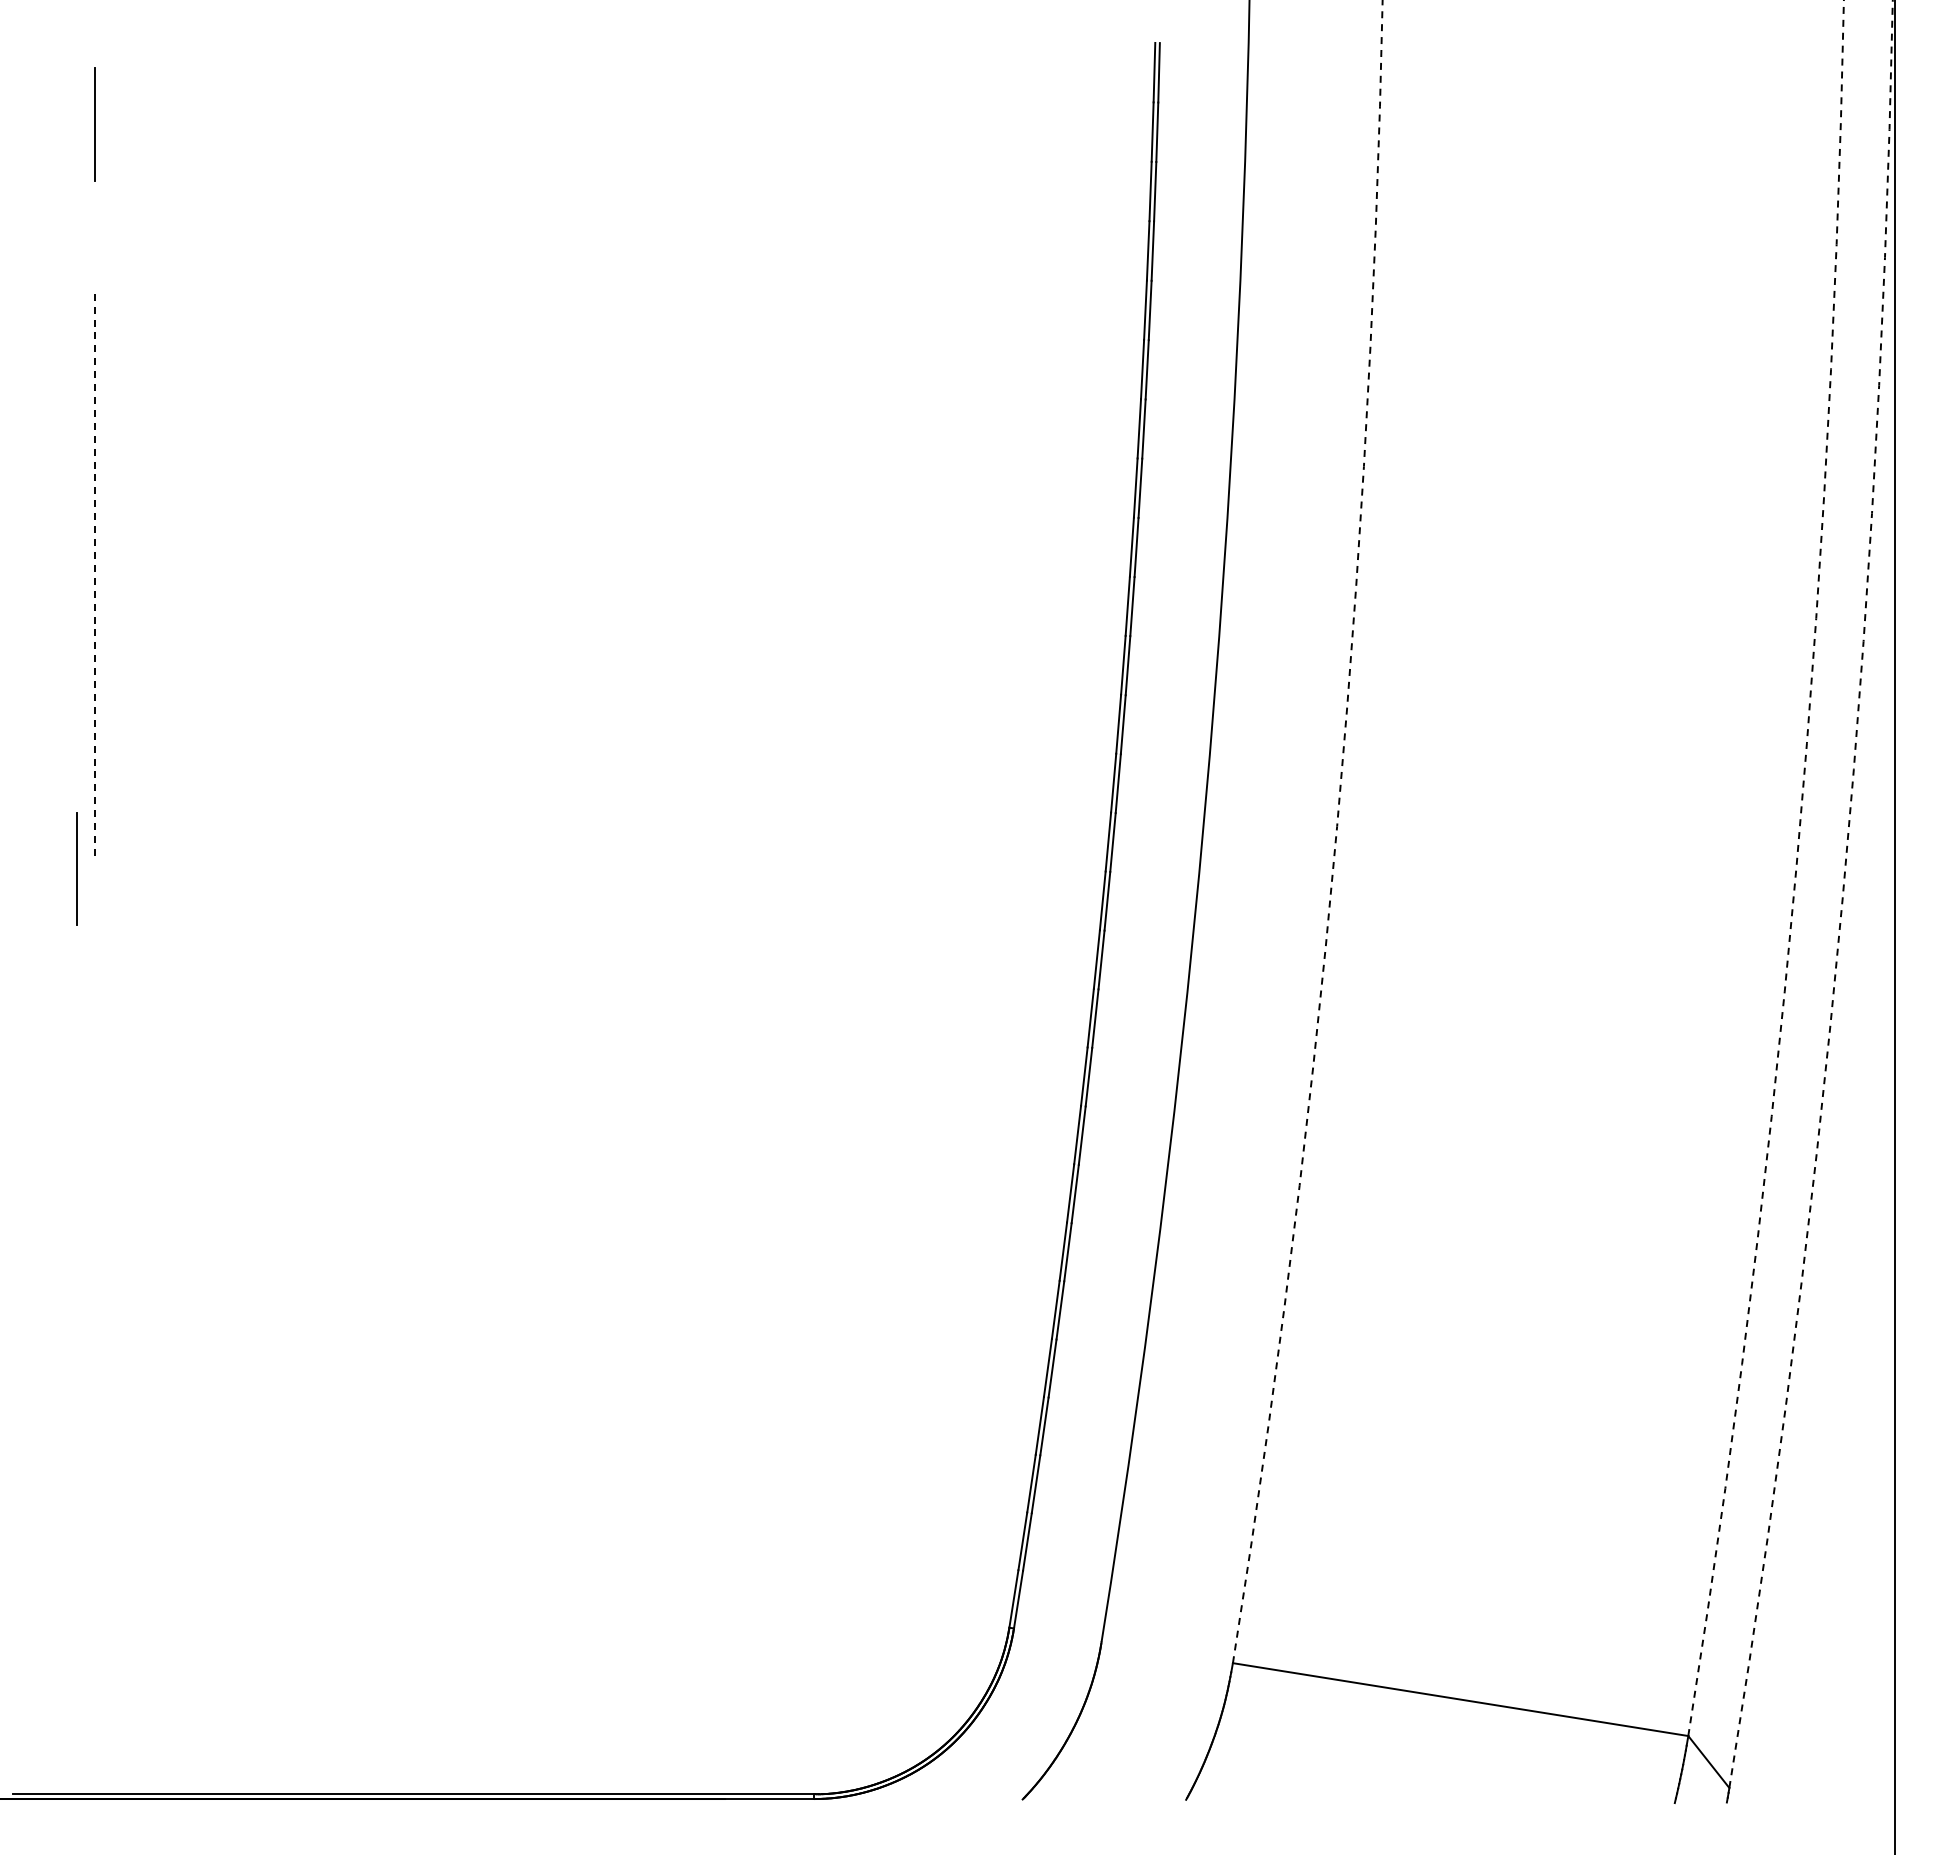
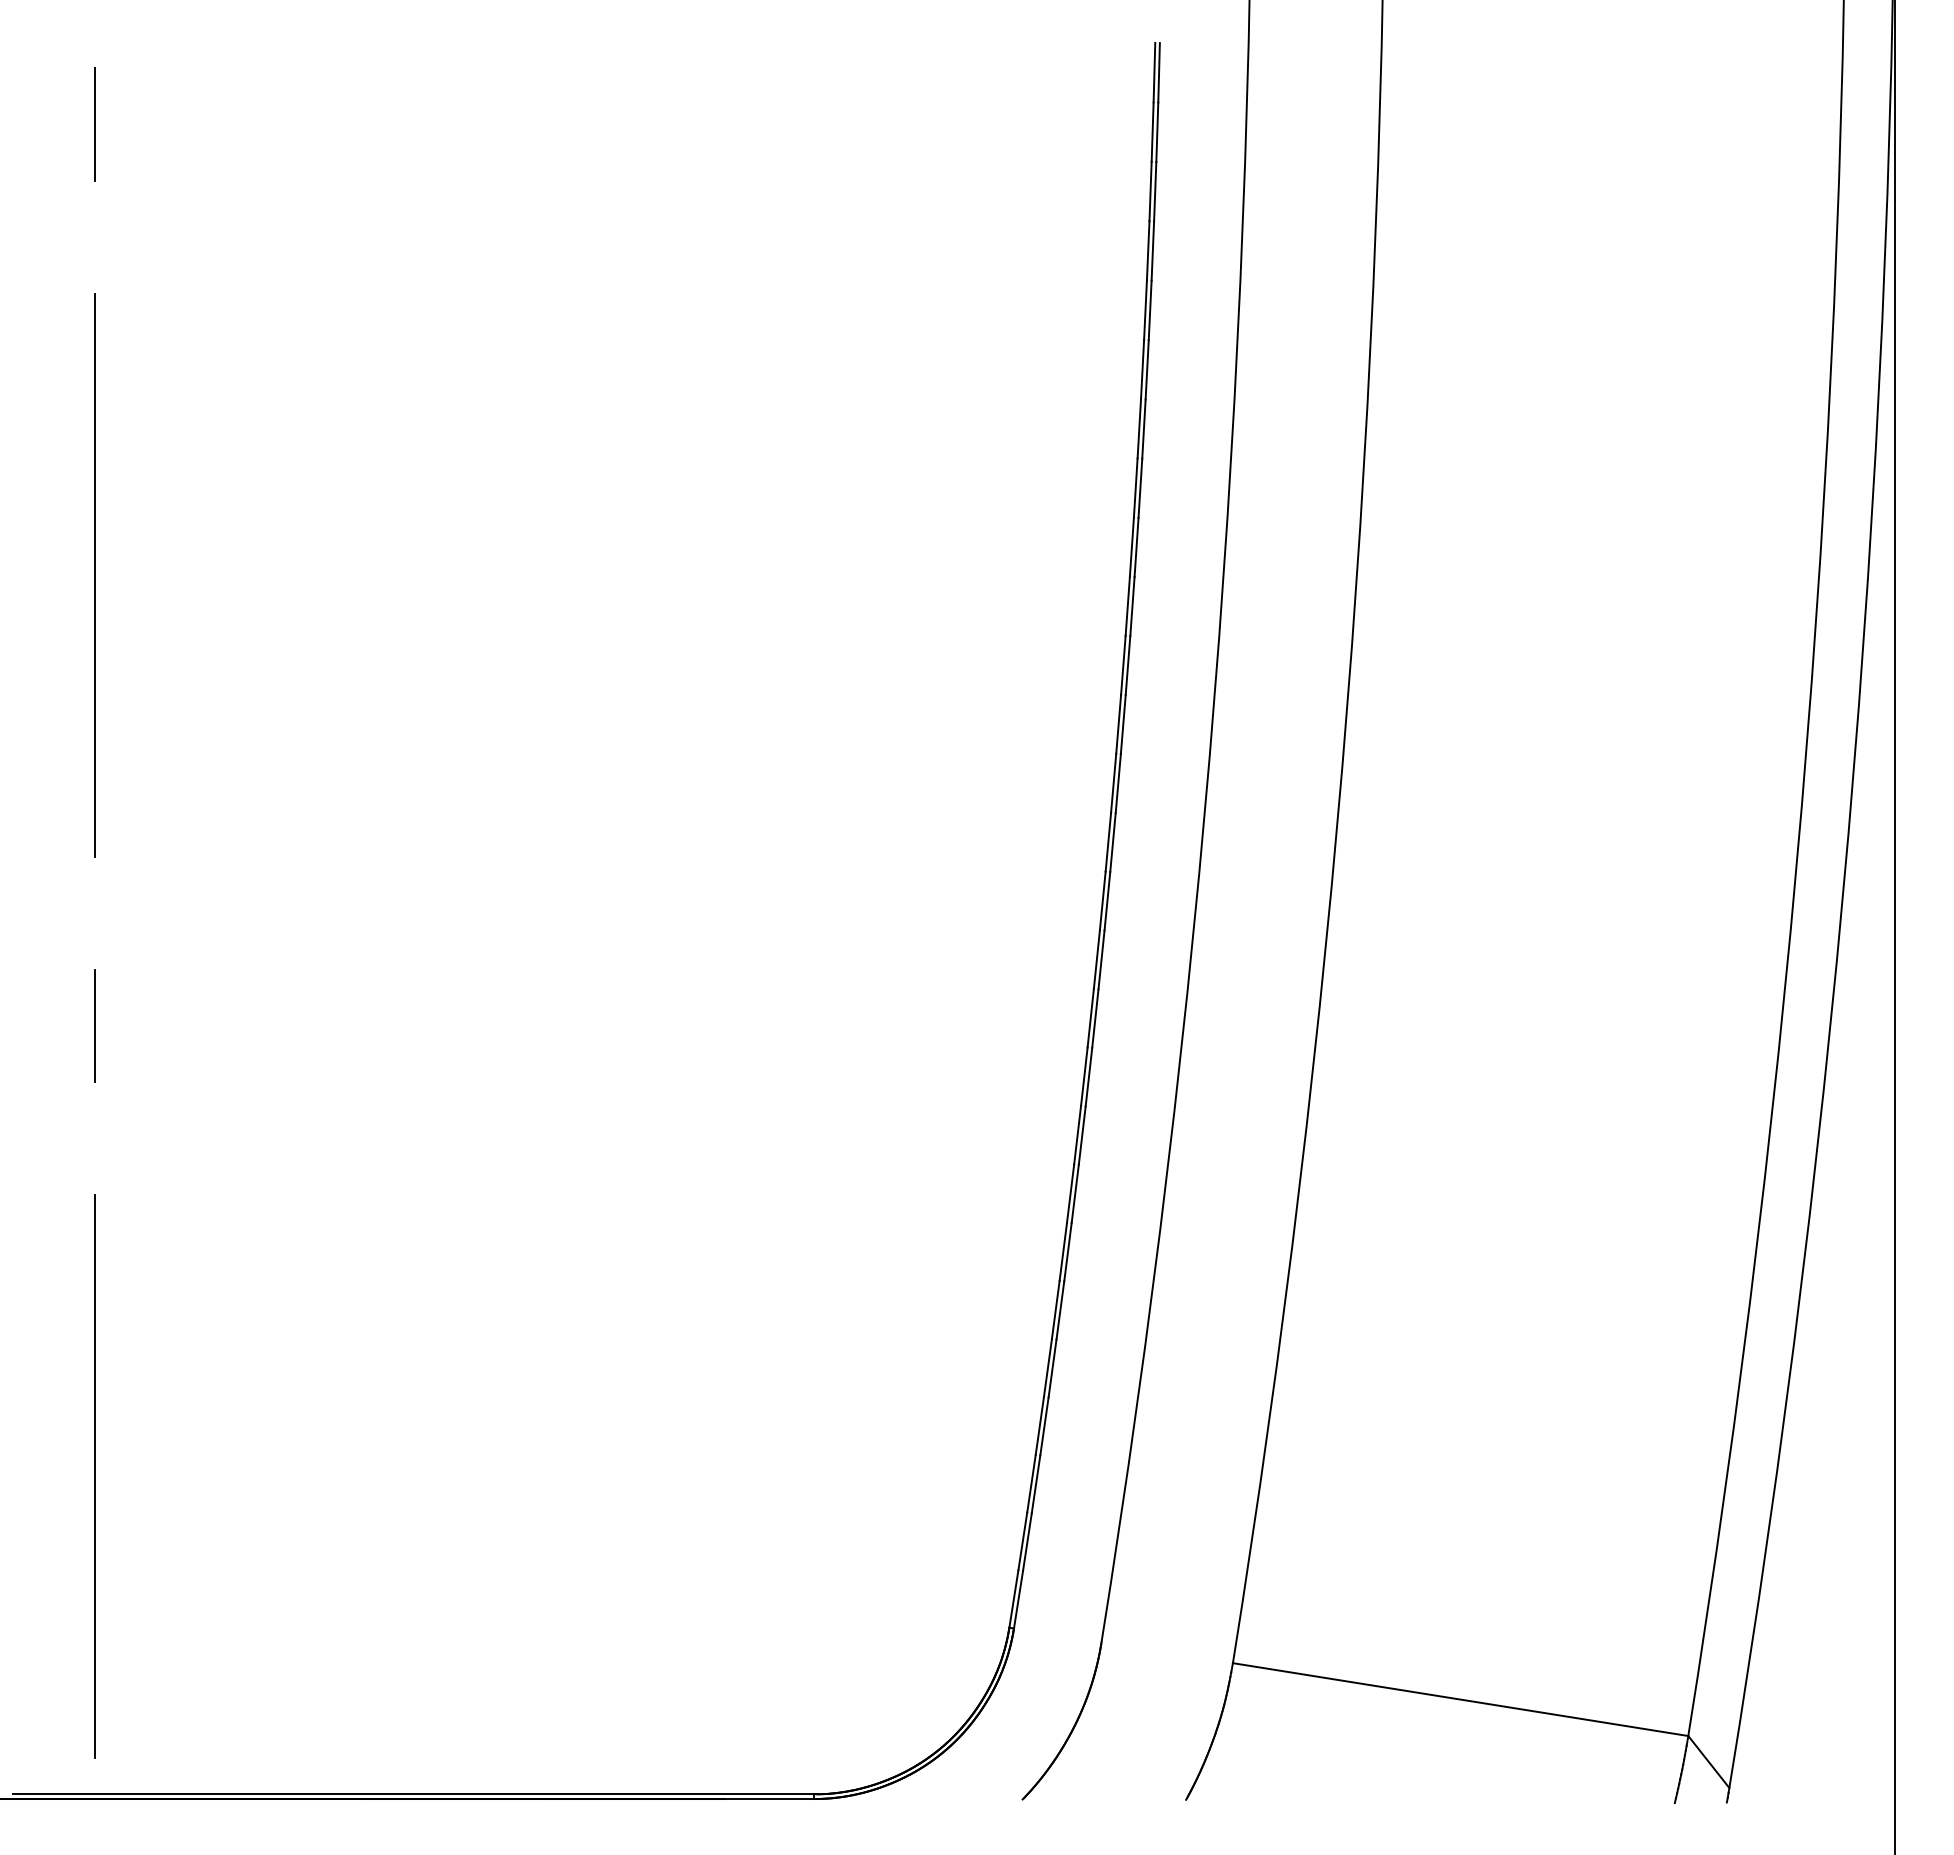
line at (94, 575): dashed -> solid
arc at (1336, 833): dashed -> solid
line at (76, 868) position: (76, 868) -> (94, 1025)
arc at (1796, 871): dashed -> solid
arc at (1842, 895): dashed -> solid
line at (94, 1476): none -> present
